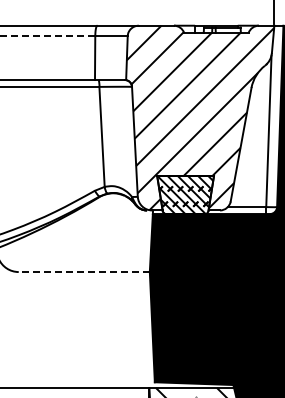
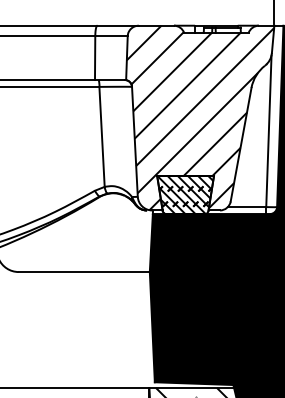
line at (47, 36): dashed -> solid
line at (84, 272): dashed -> solid
